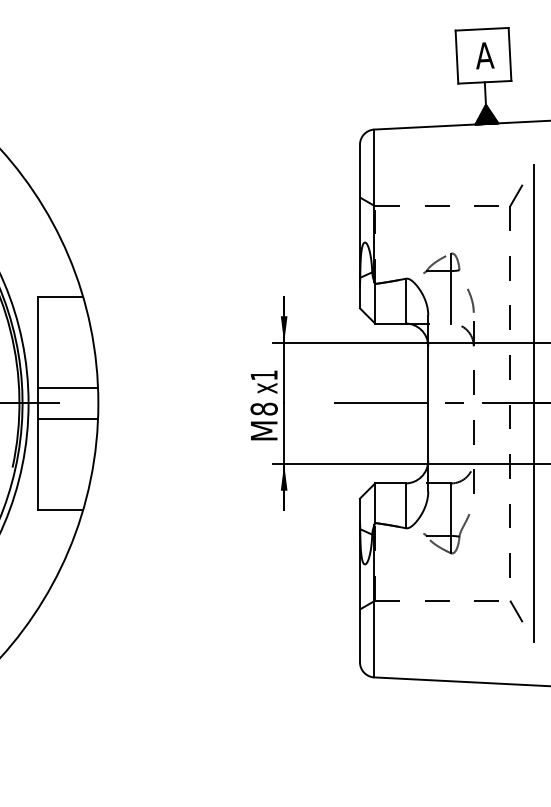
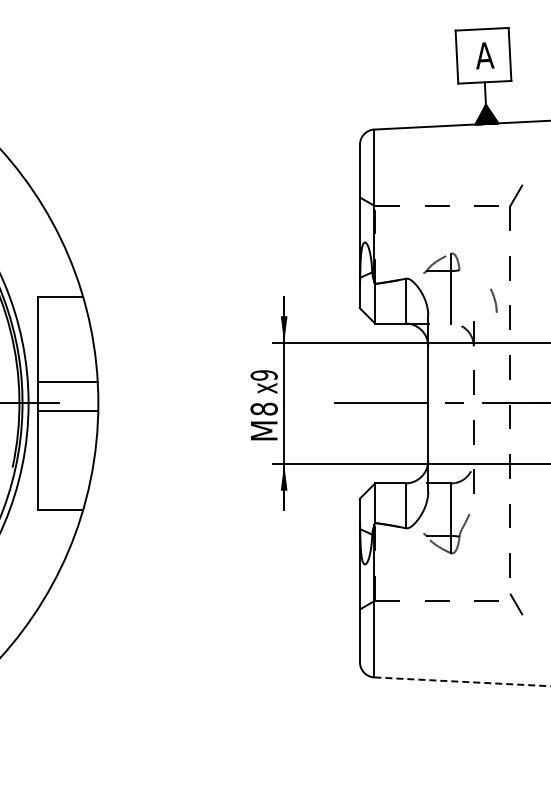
curve at (470, 299) position: (470, 299) -> (493, 299)
text at (263, 375): x1 -> x9
line at (67, 388) position: (67, 388) -> (67, 382)
line at (534, 403): present -> none
line at (67, 418) position: (67, 418) -> (67, 410)
line at (516, 611) position: (516, 611) -> (516, 604)
line at (463, 681): solid -> dashed
